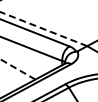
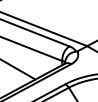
line at (43, 29): dashed -> solid
line at (17, 69): dashed -> solid
